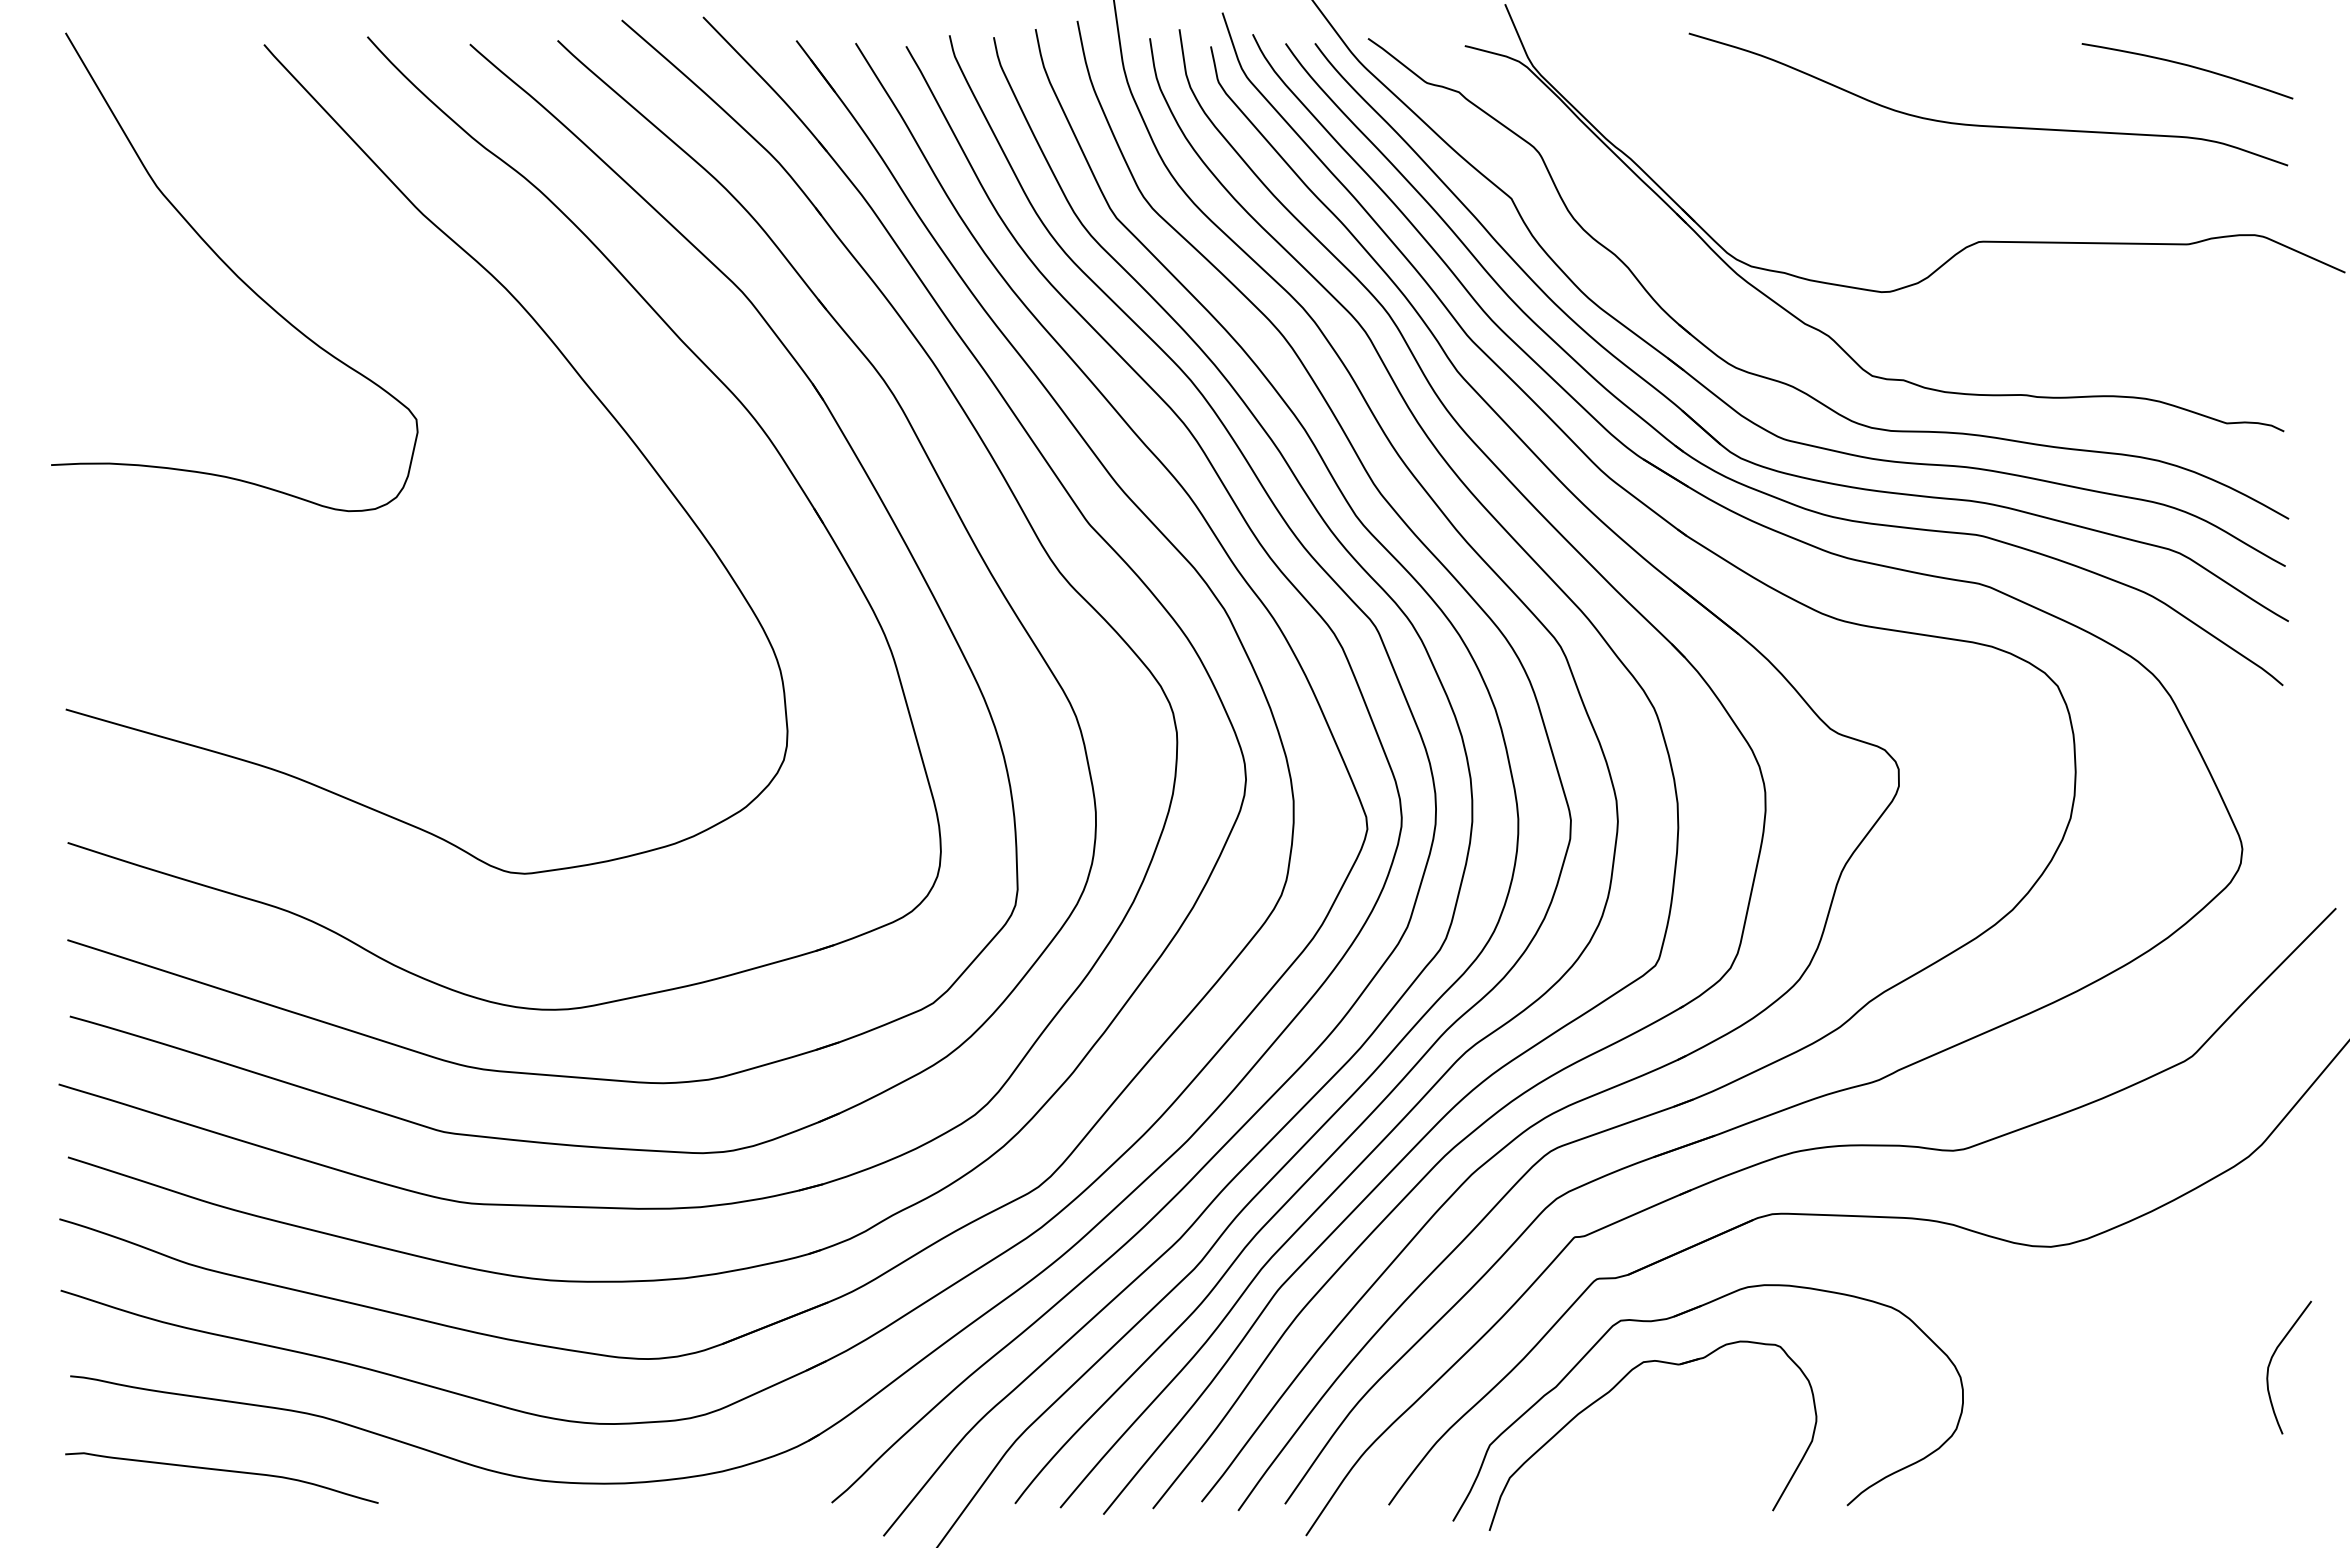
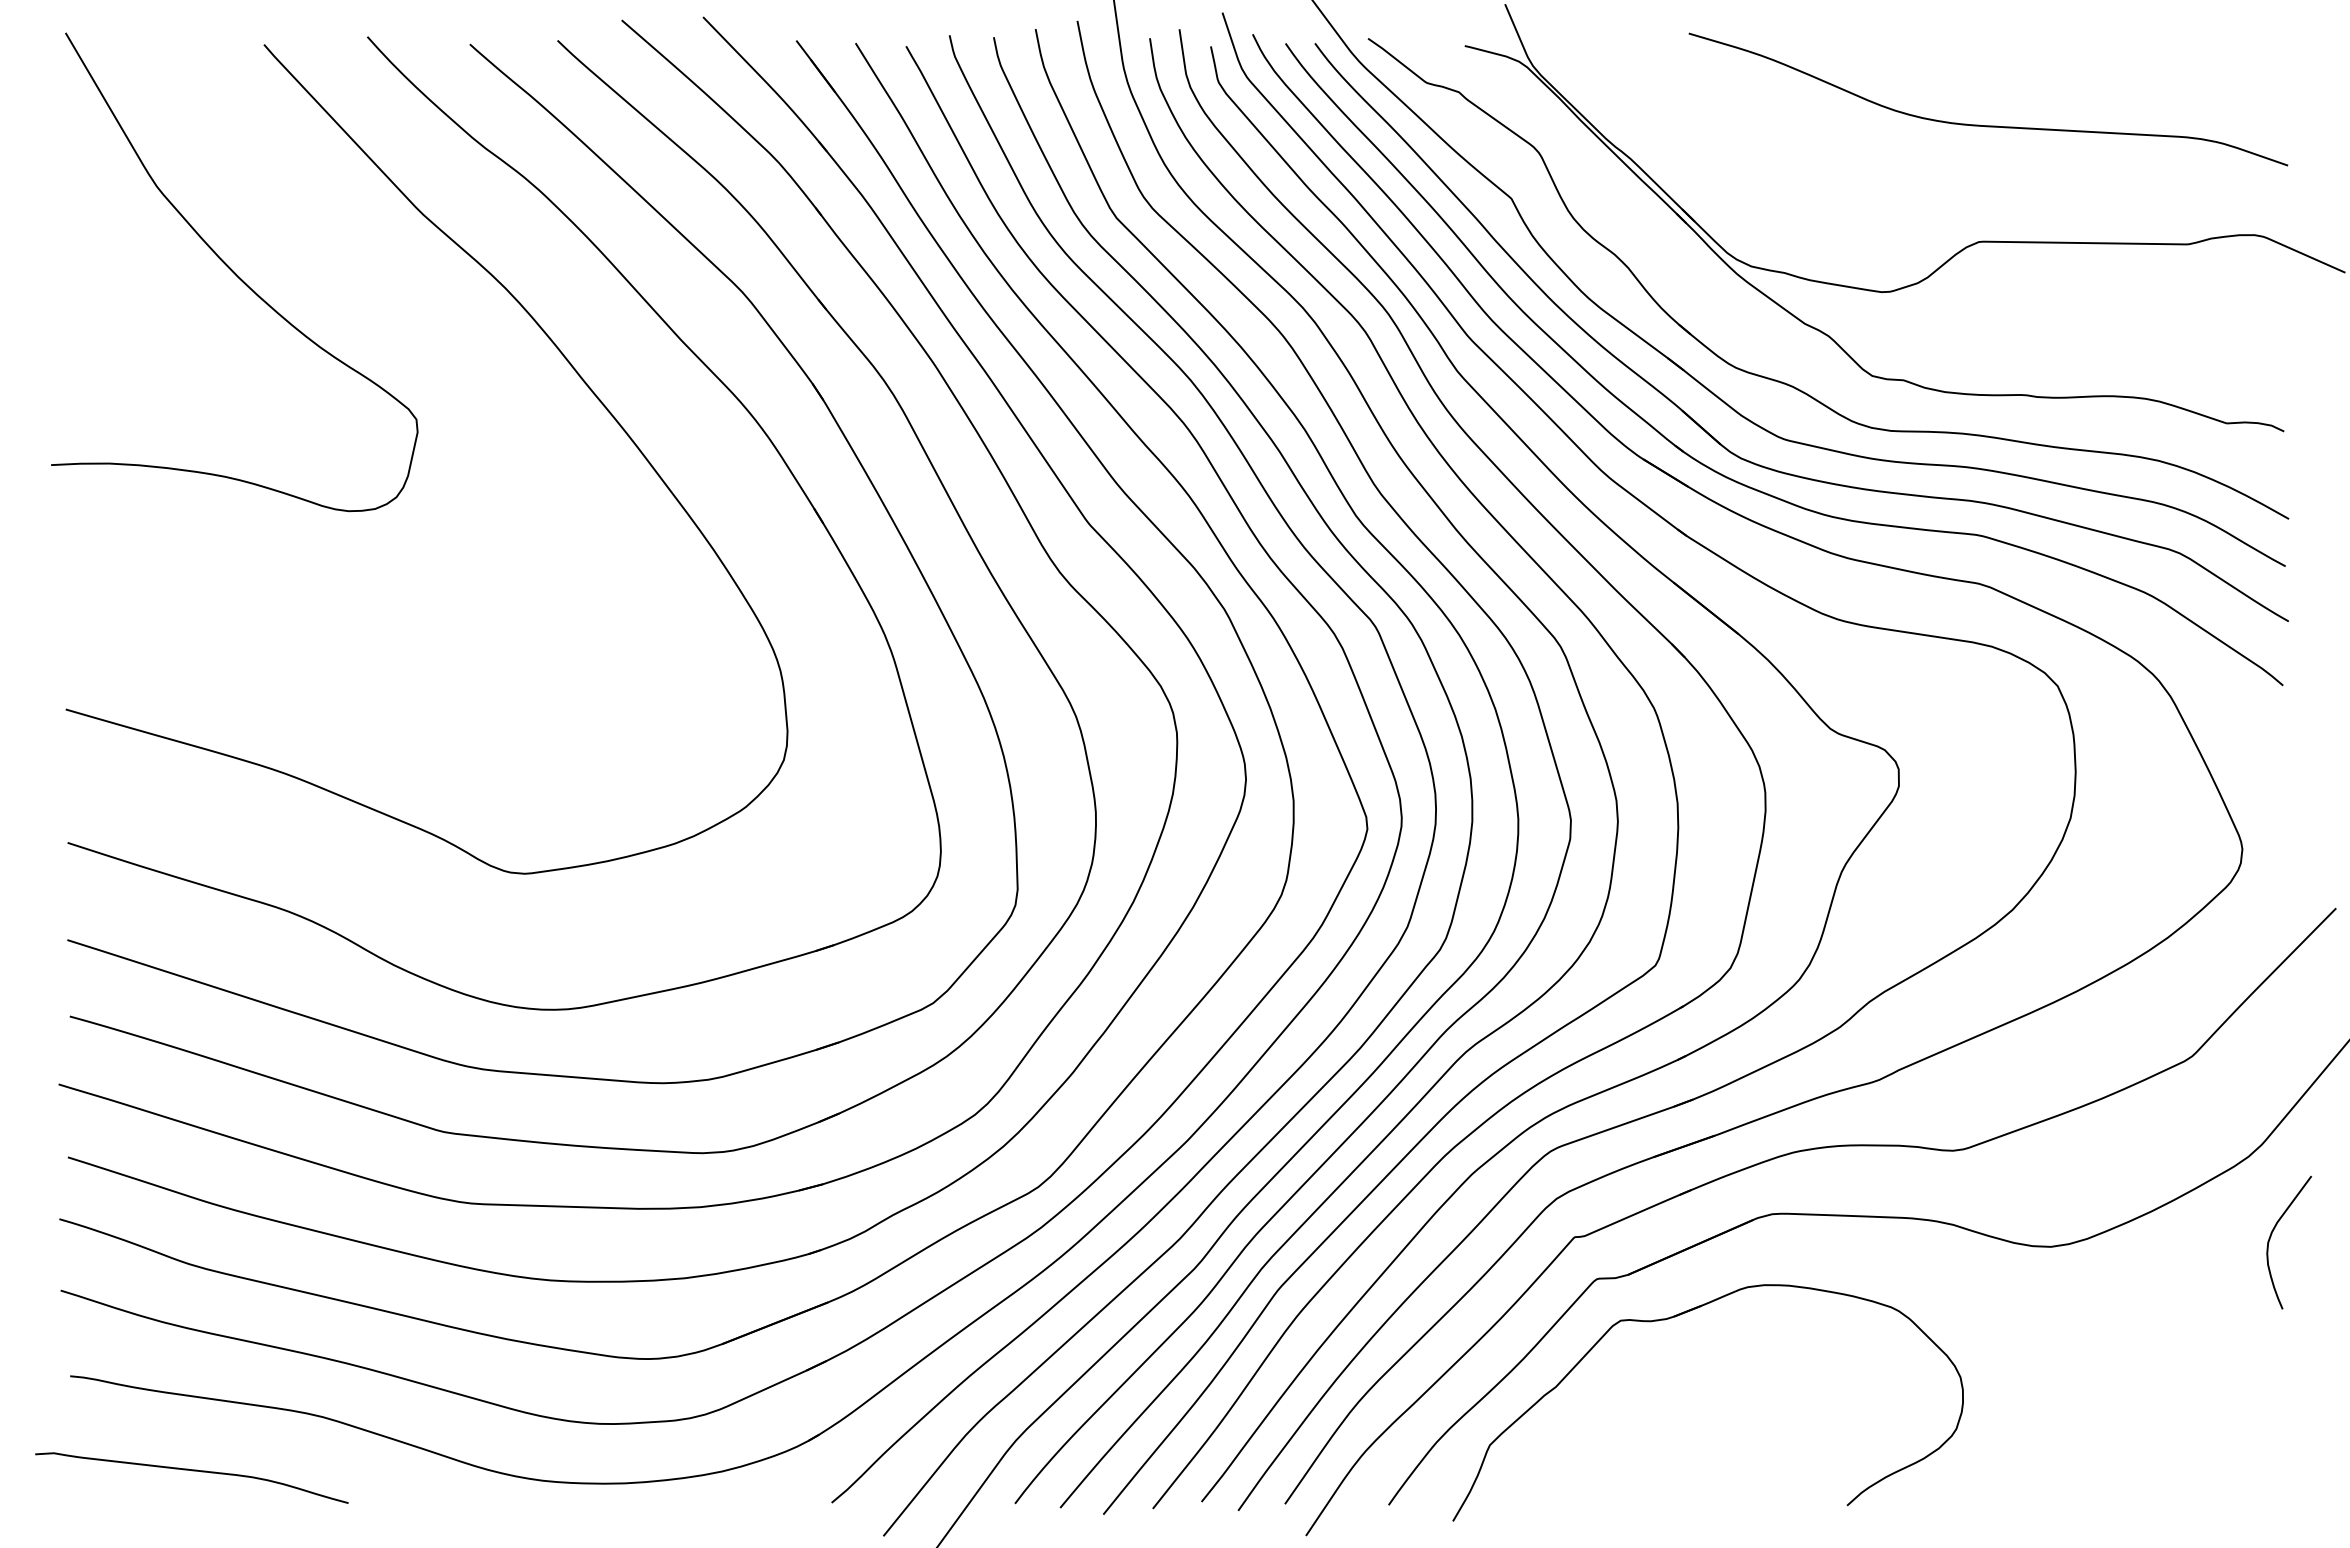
curve at (2187, 66): present -> none
curve at (2272, 1359) position: (2272, 1359) -> (2272, 1234)
part at (1612, 1390): present -> none
curve at (222, 1471) position: (222, 1471) -> (192, 1471)
